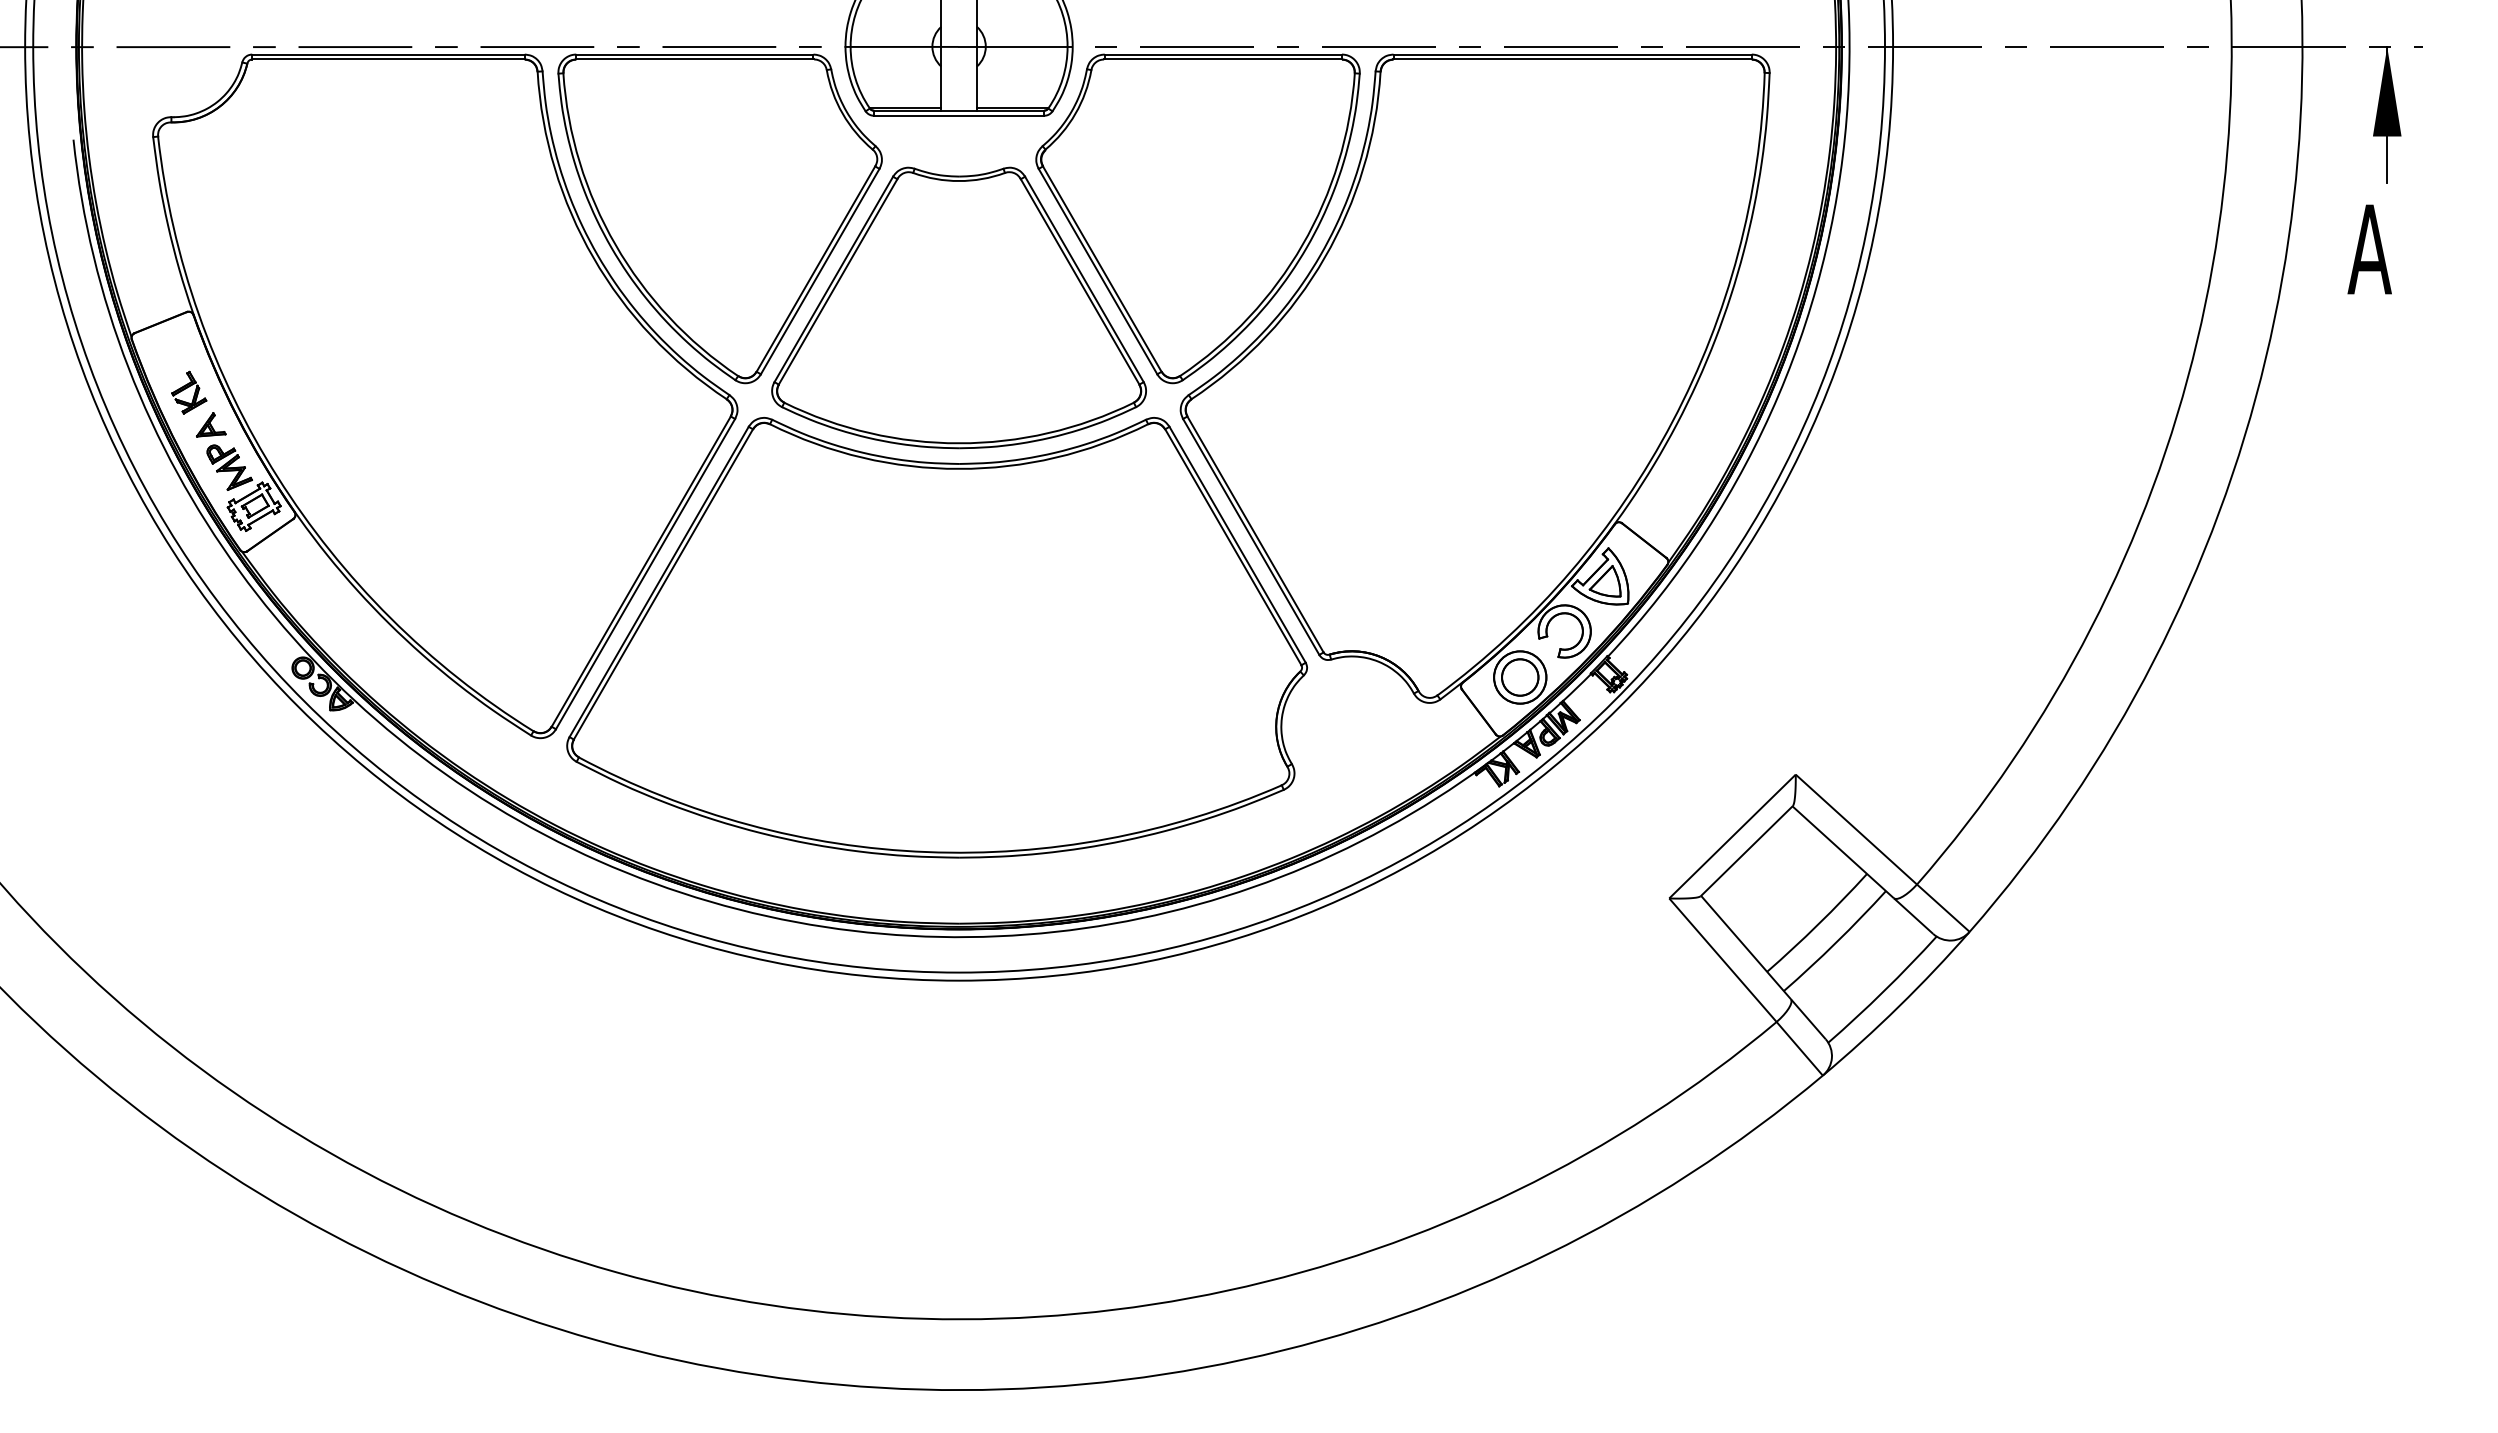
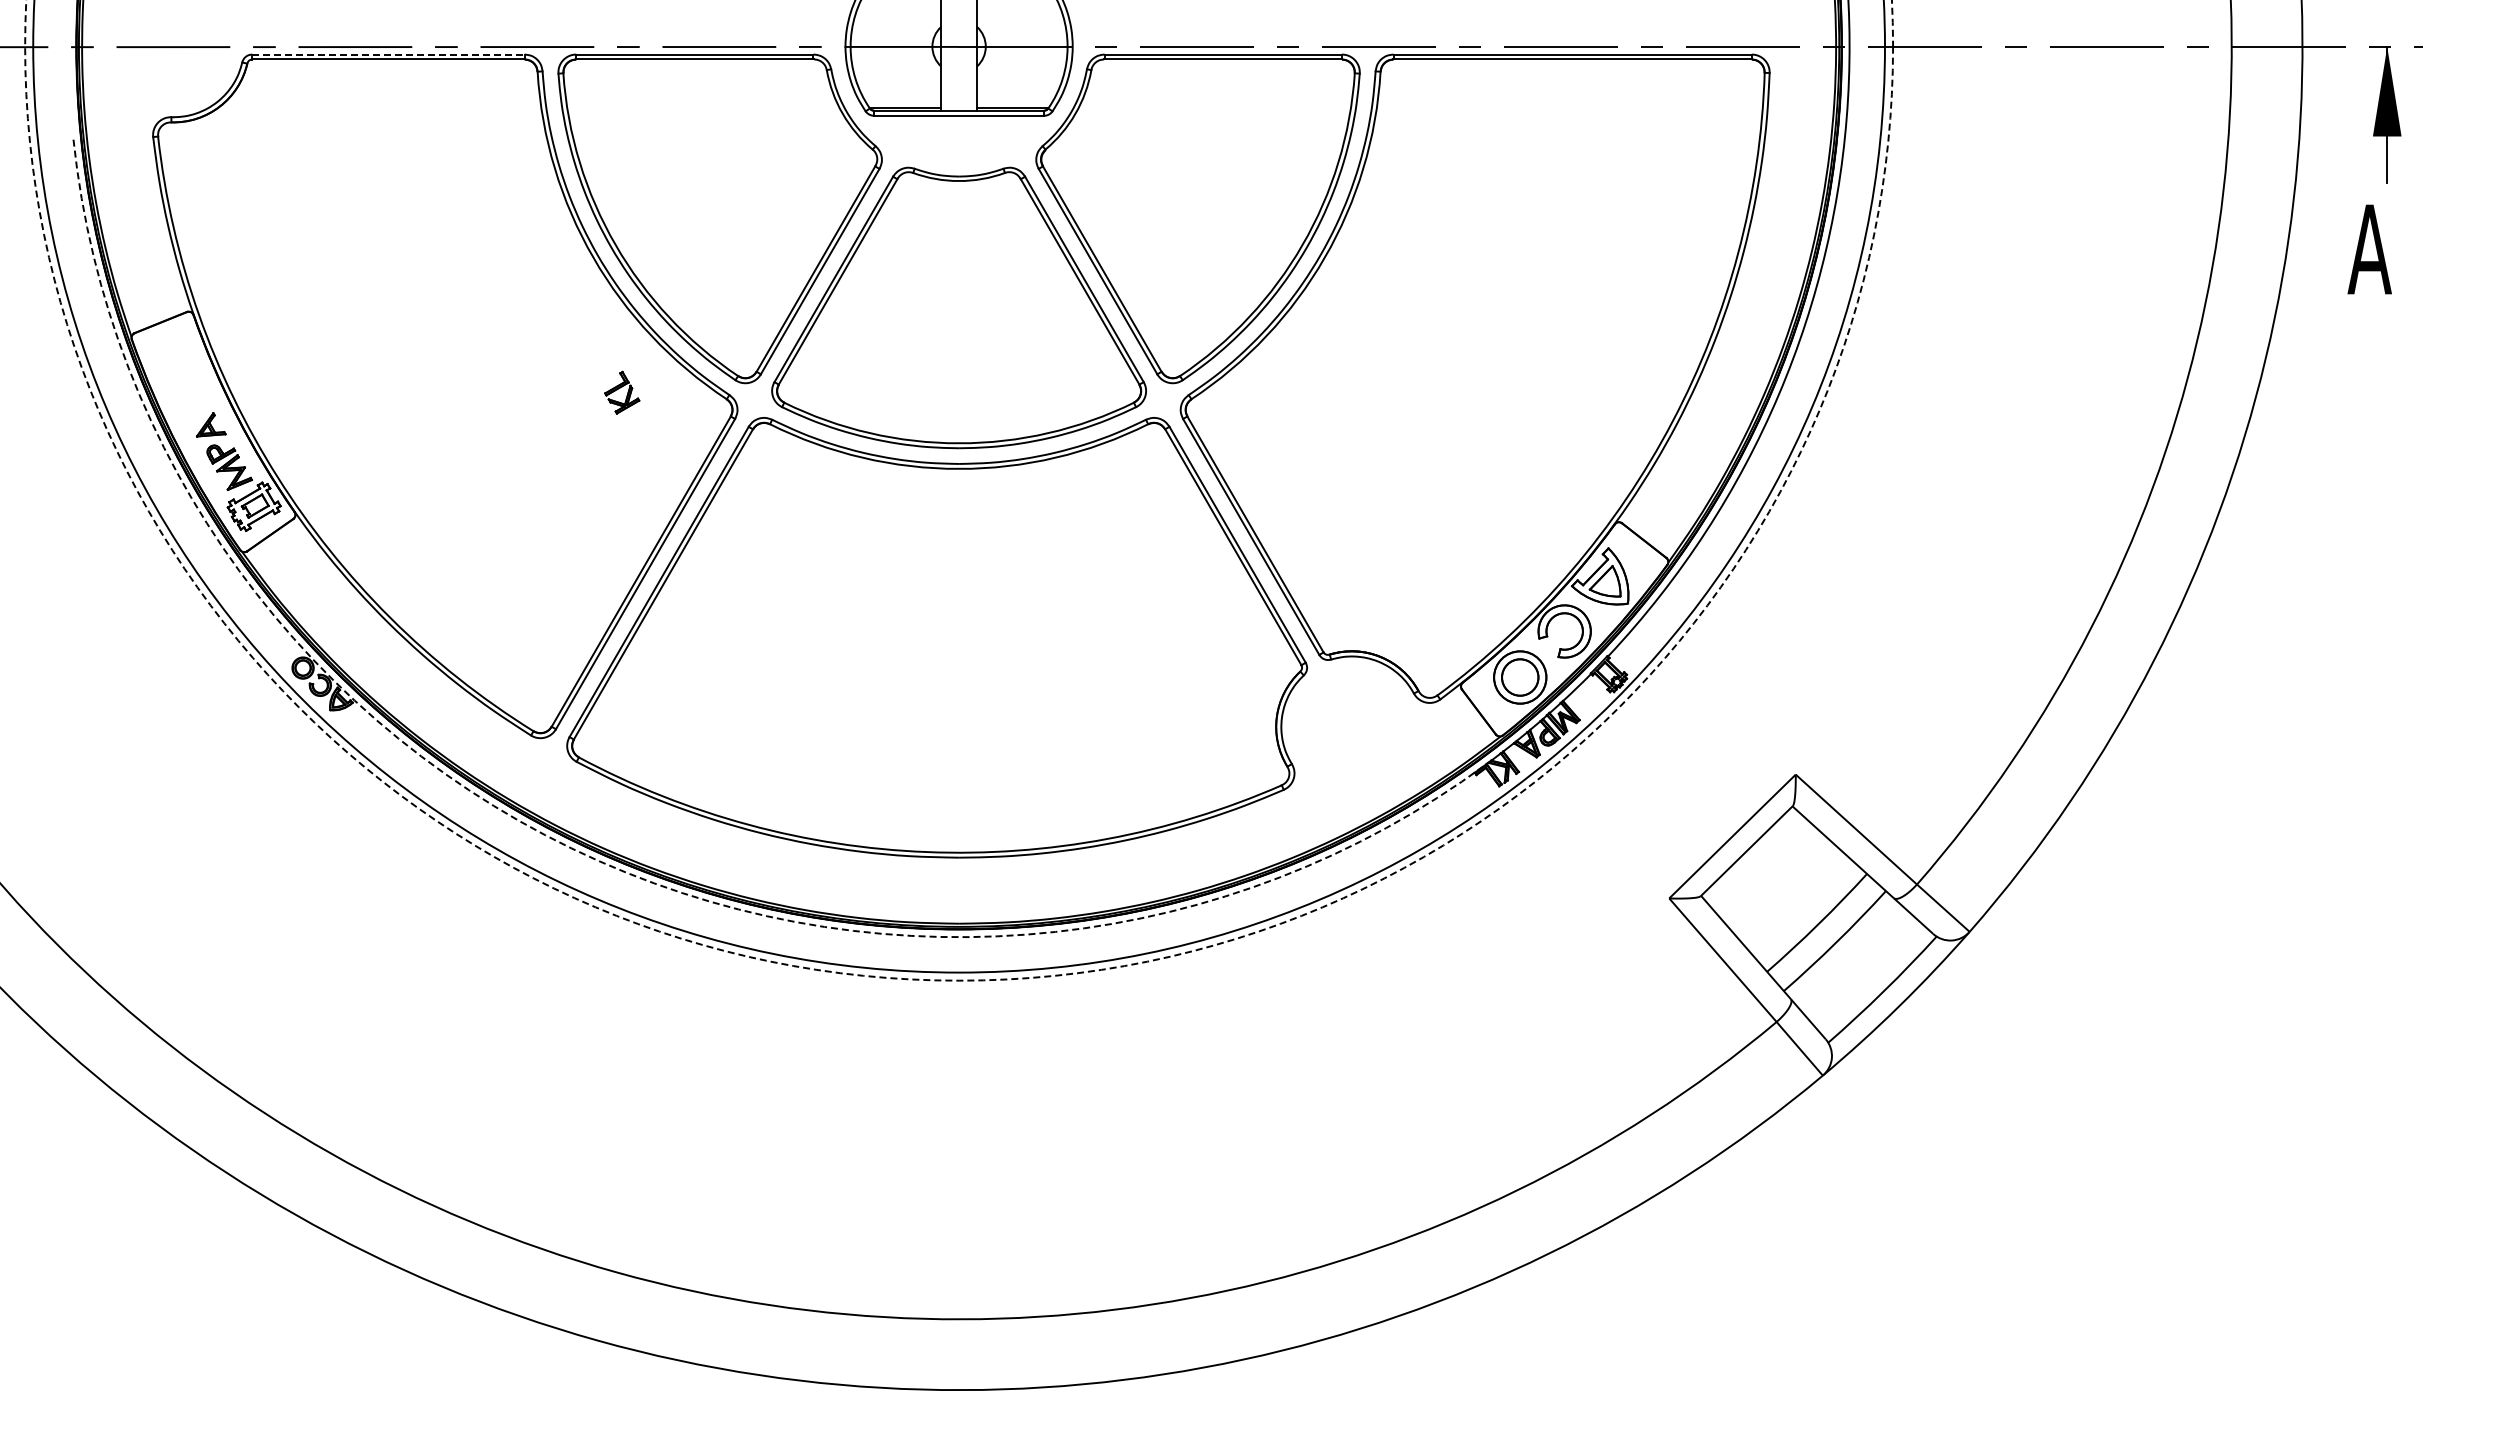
line at (389, 54): solid -> dashed
part at (189, 392) position: (189, 392) -> (622, 392)
circle at (959, 490): solid -> dashed
arc at (598, 861): solid -> dashed
